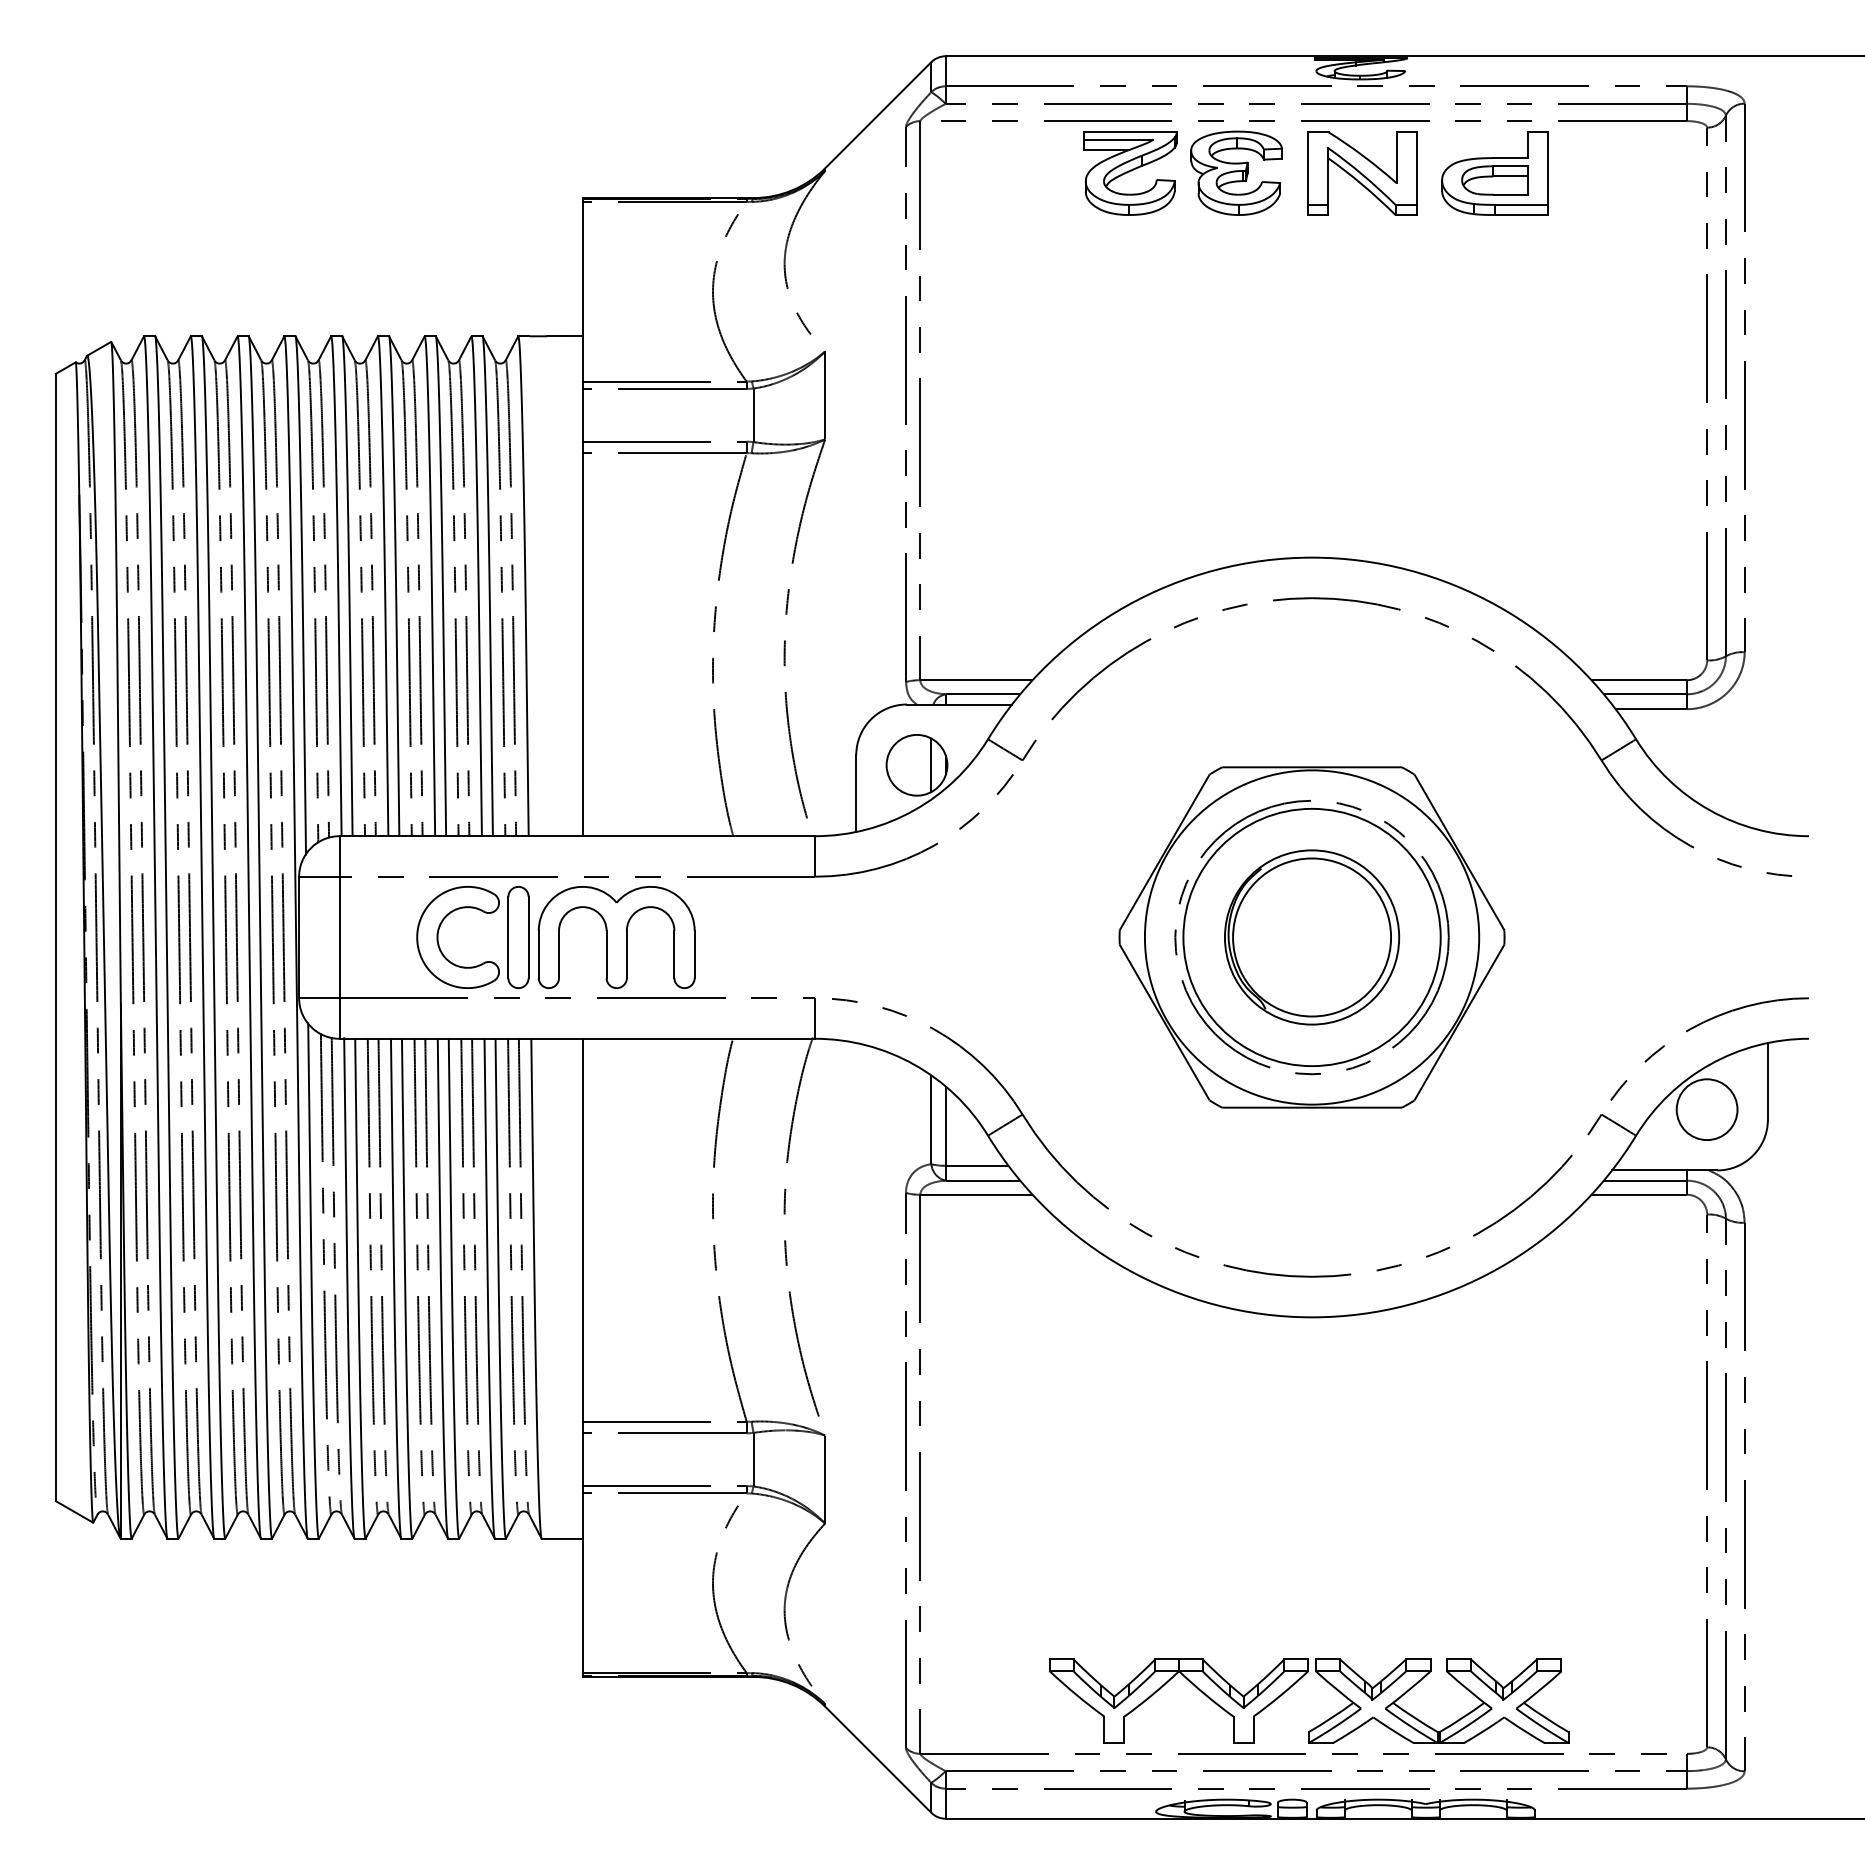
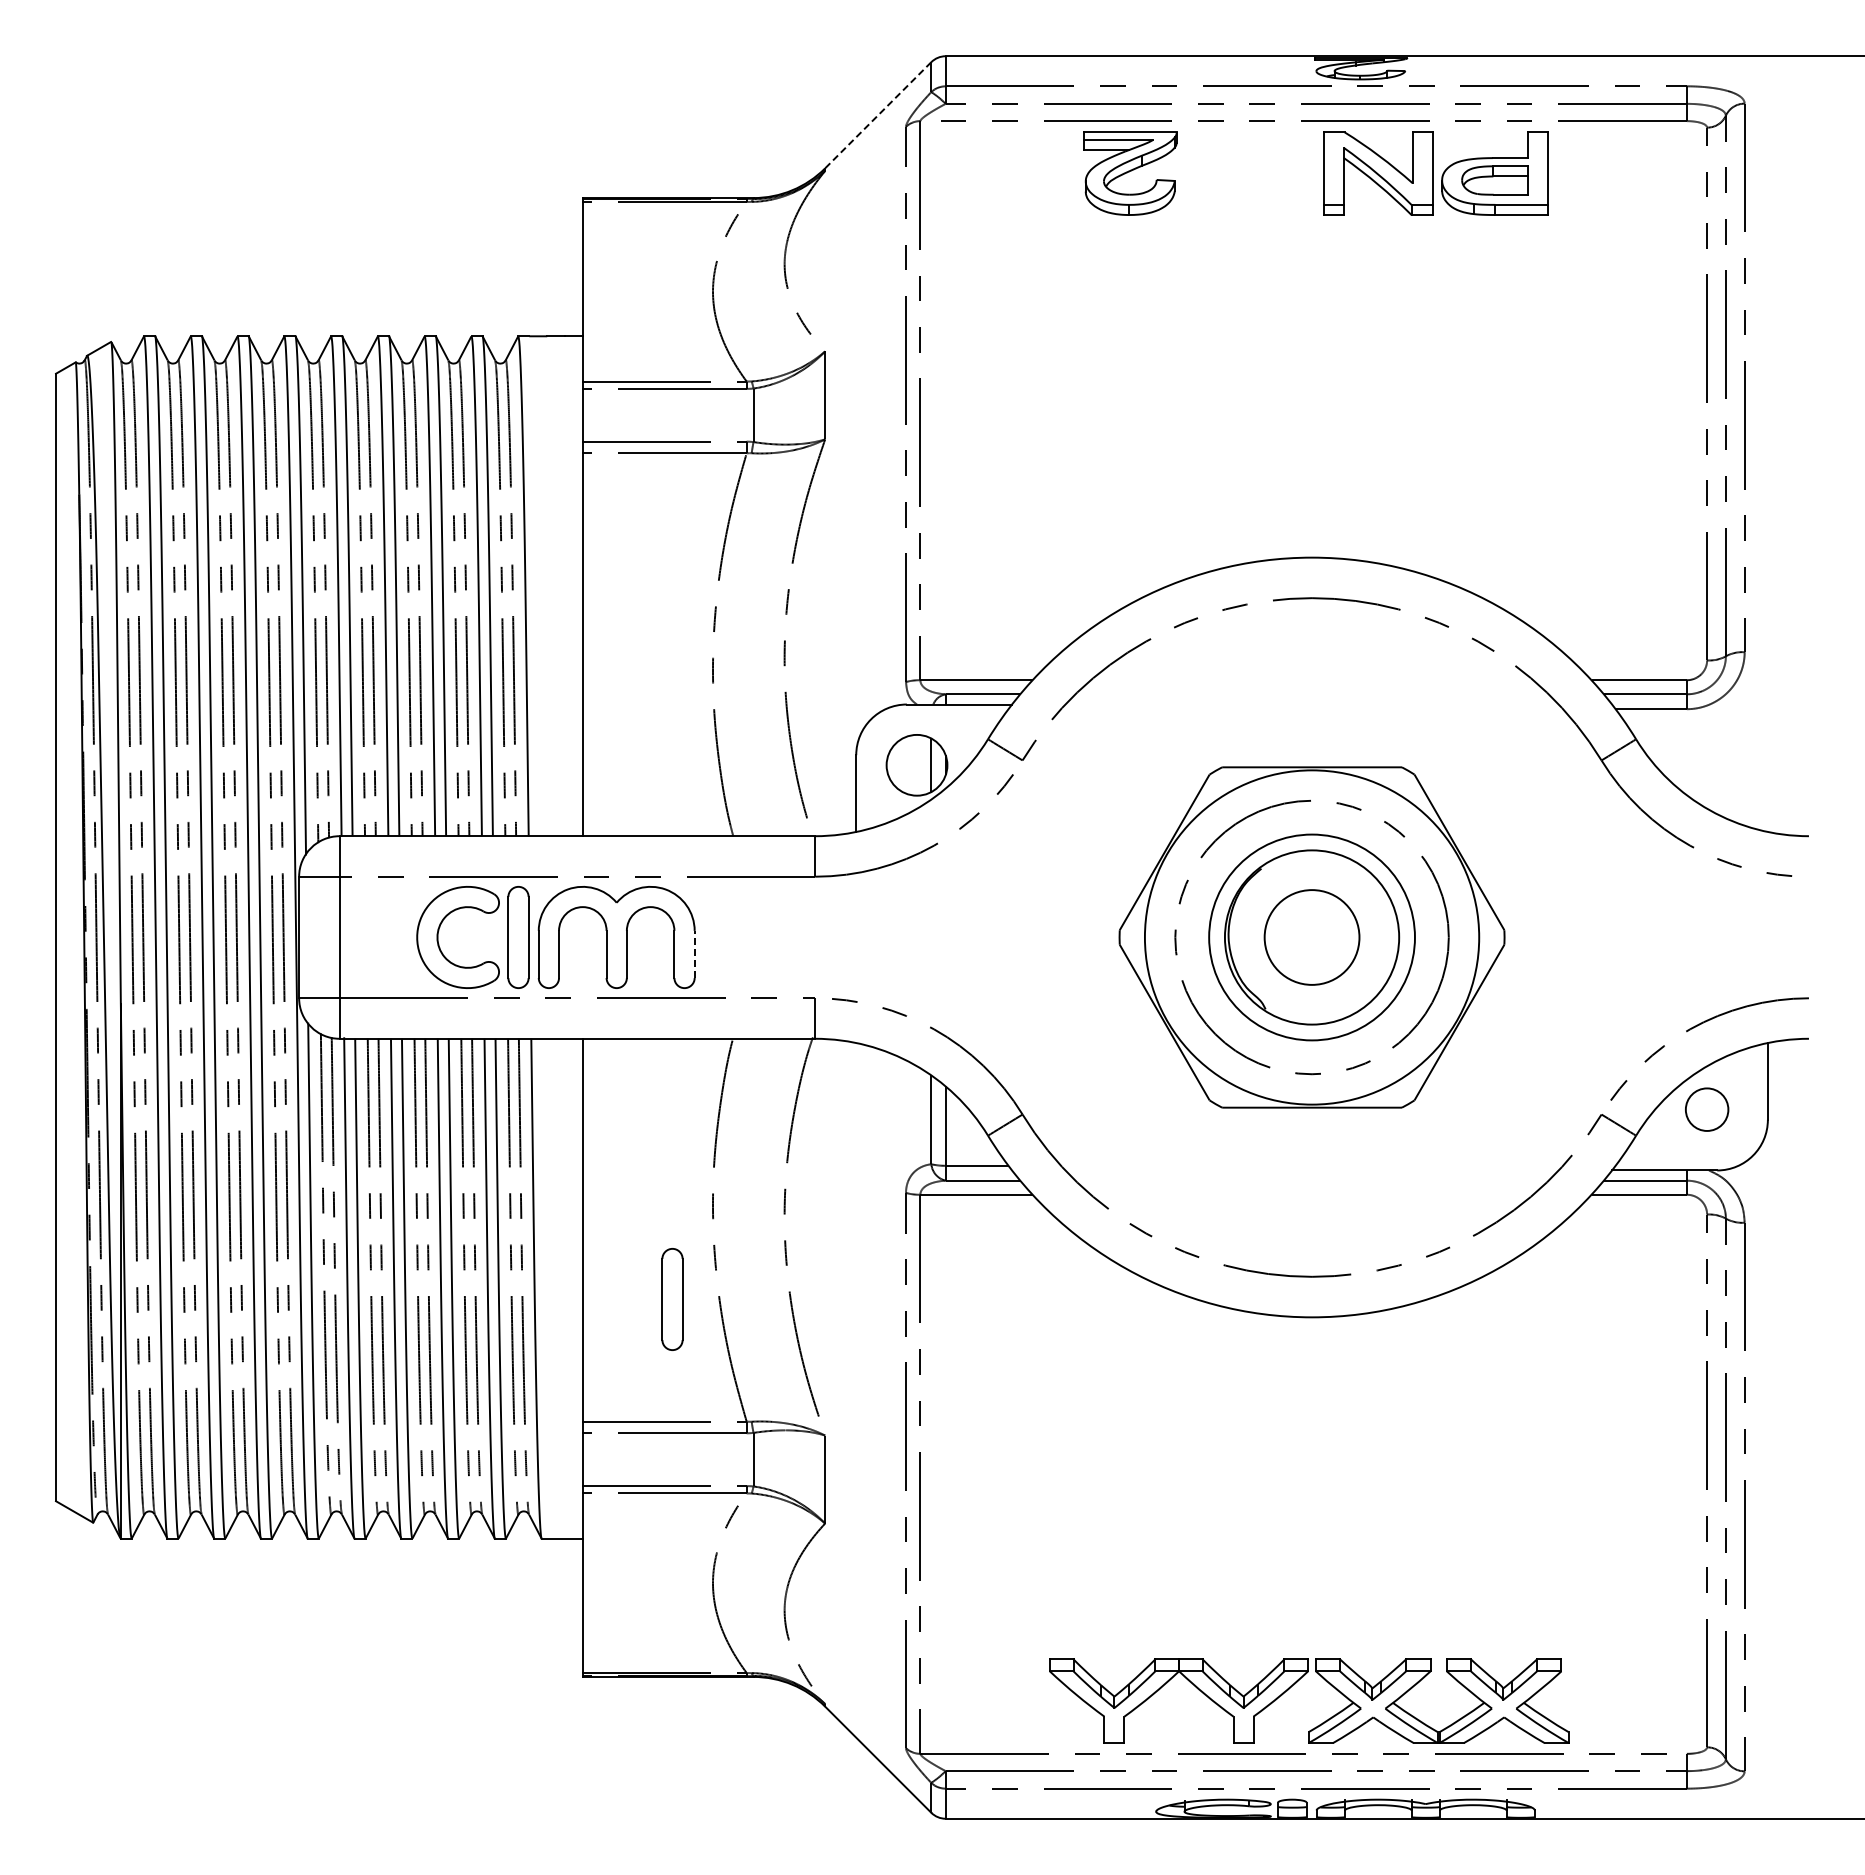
line at (877, 115): solid -> dashed
part at (1236, 172): present -> none
part at (1362, 173) position: (1362, 173) -> (1378, 173)
circle at (1311, 937) diameter: 257 px -> 206 px
circle at (1312, 937) diameter: 158 px -> 95 px
line at (694, 954): solid -> dashed
circle at (1706, 1109) diameter: 61 px -> 43 px
part at (672, 1299): none -> present
